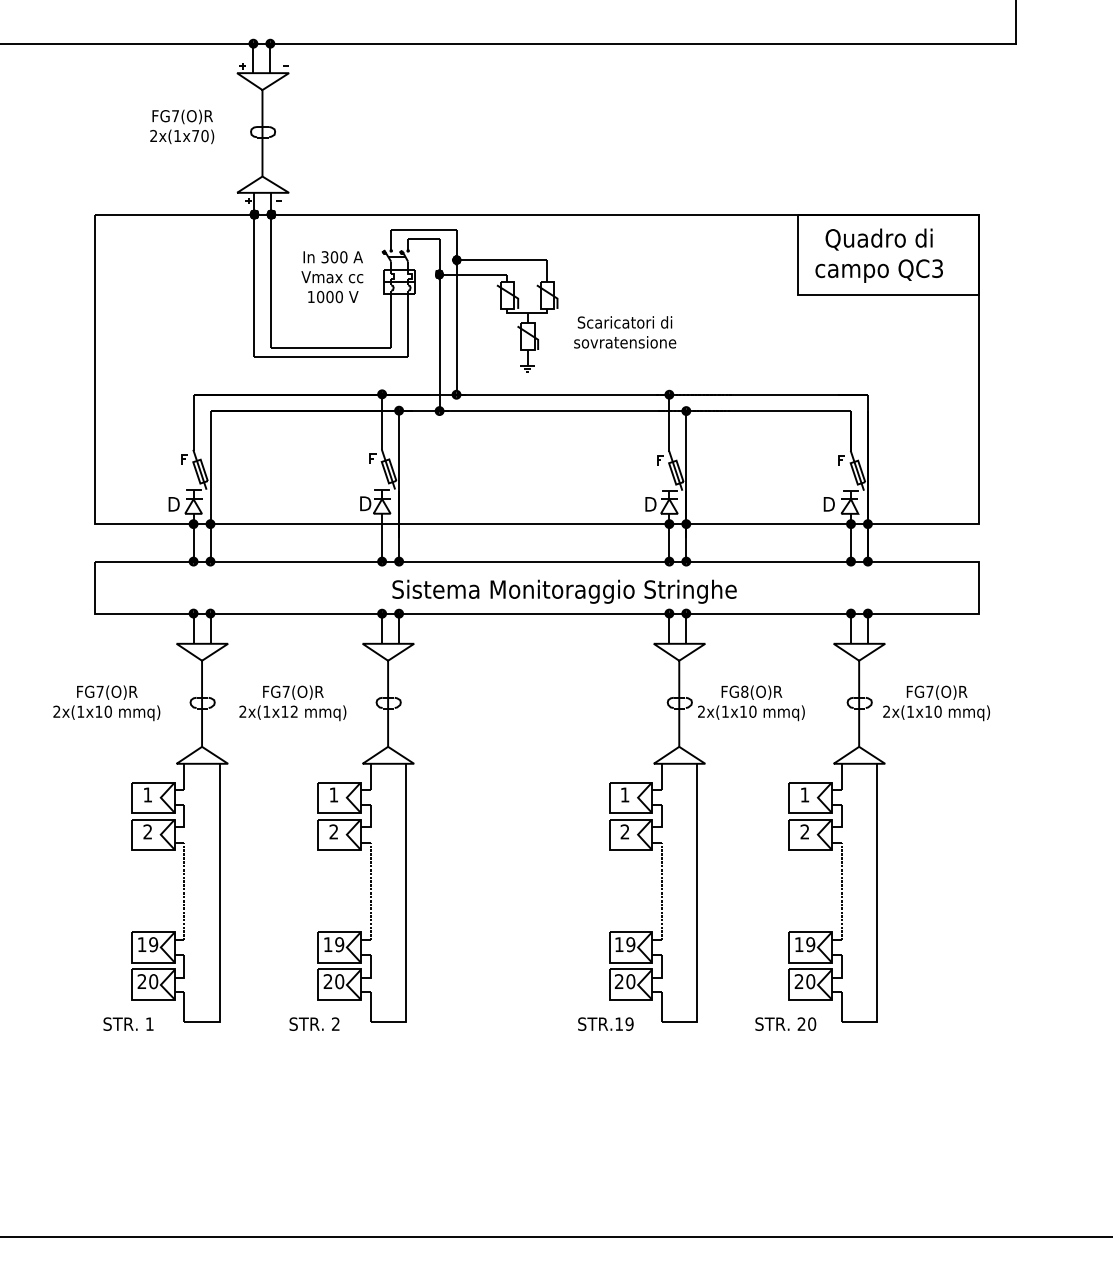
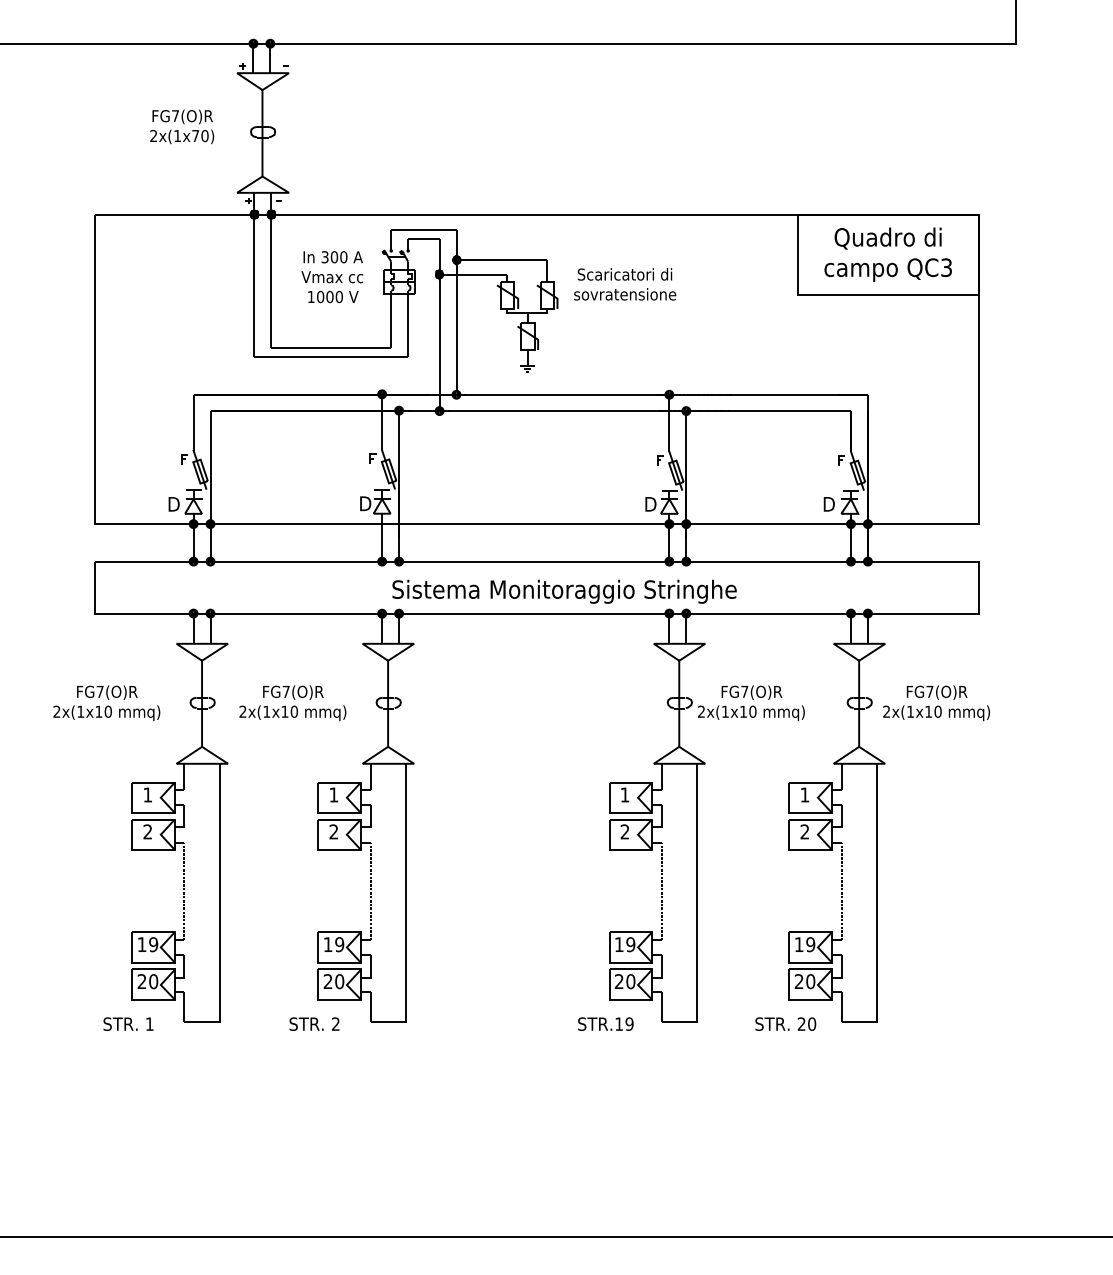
text at (878, 255) position: (878, 255) -> (887, 254)
text at (625, 332) position: (625, 332) -> (625, 284)
text at (744, 691): FG8(O)R -> FG7(O)R
text at (294, 711): 2x(1x12 -> 2x(1x10
